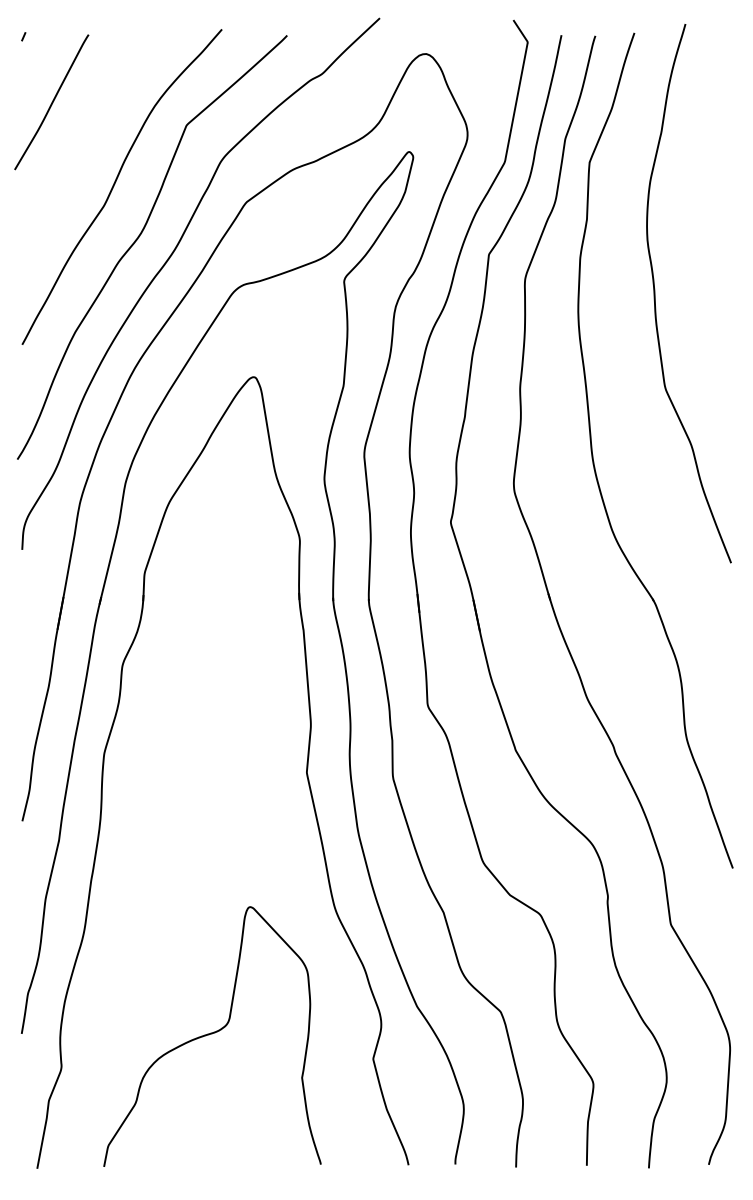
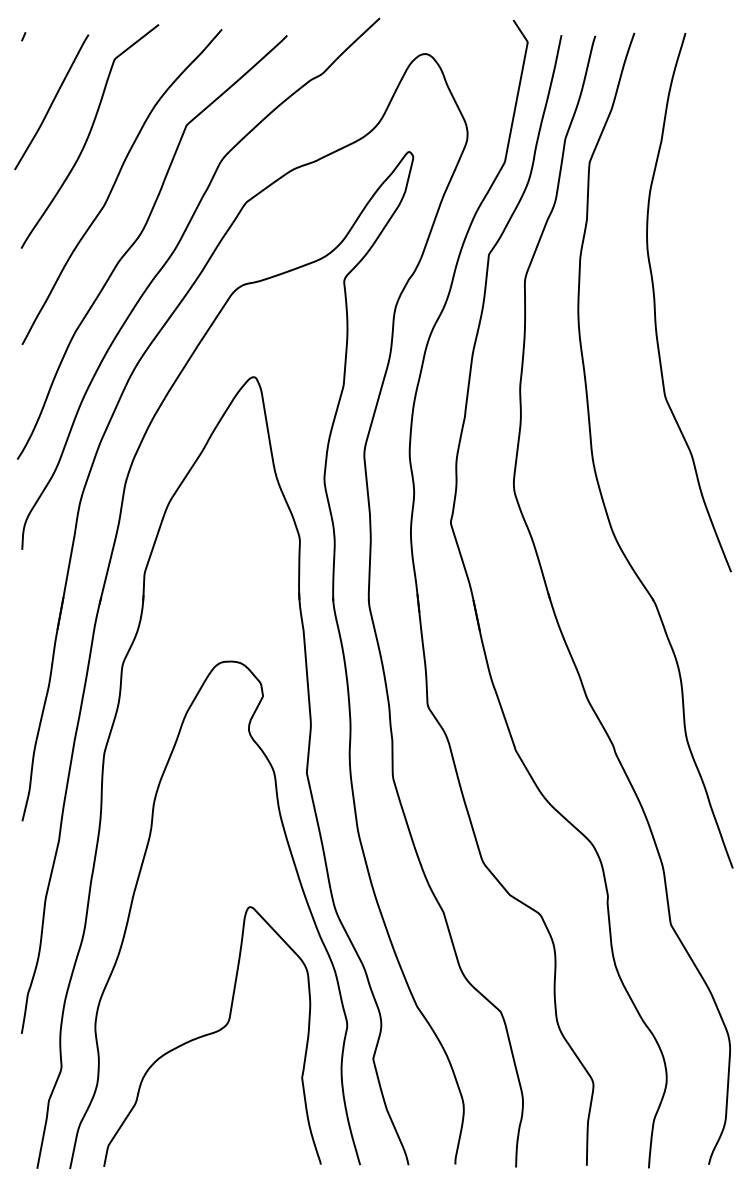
curve at (89, 136): none -> present
curve at (655, 293) position: (655, 293) -> (655, 302)
curve at (134, 896): none -> present
